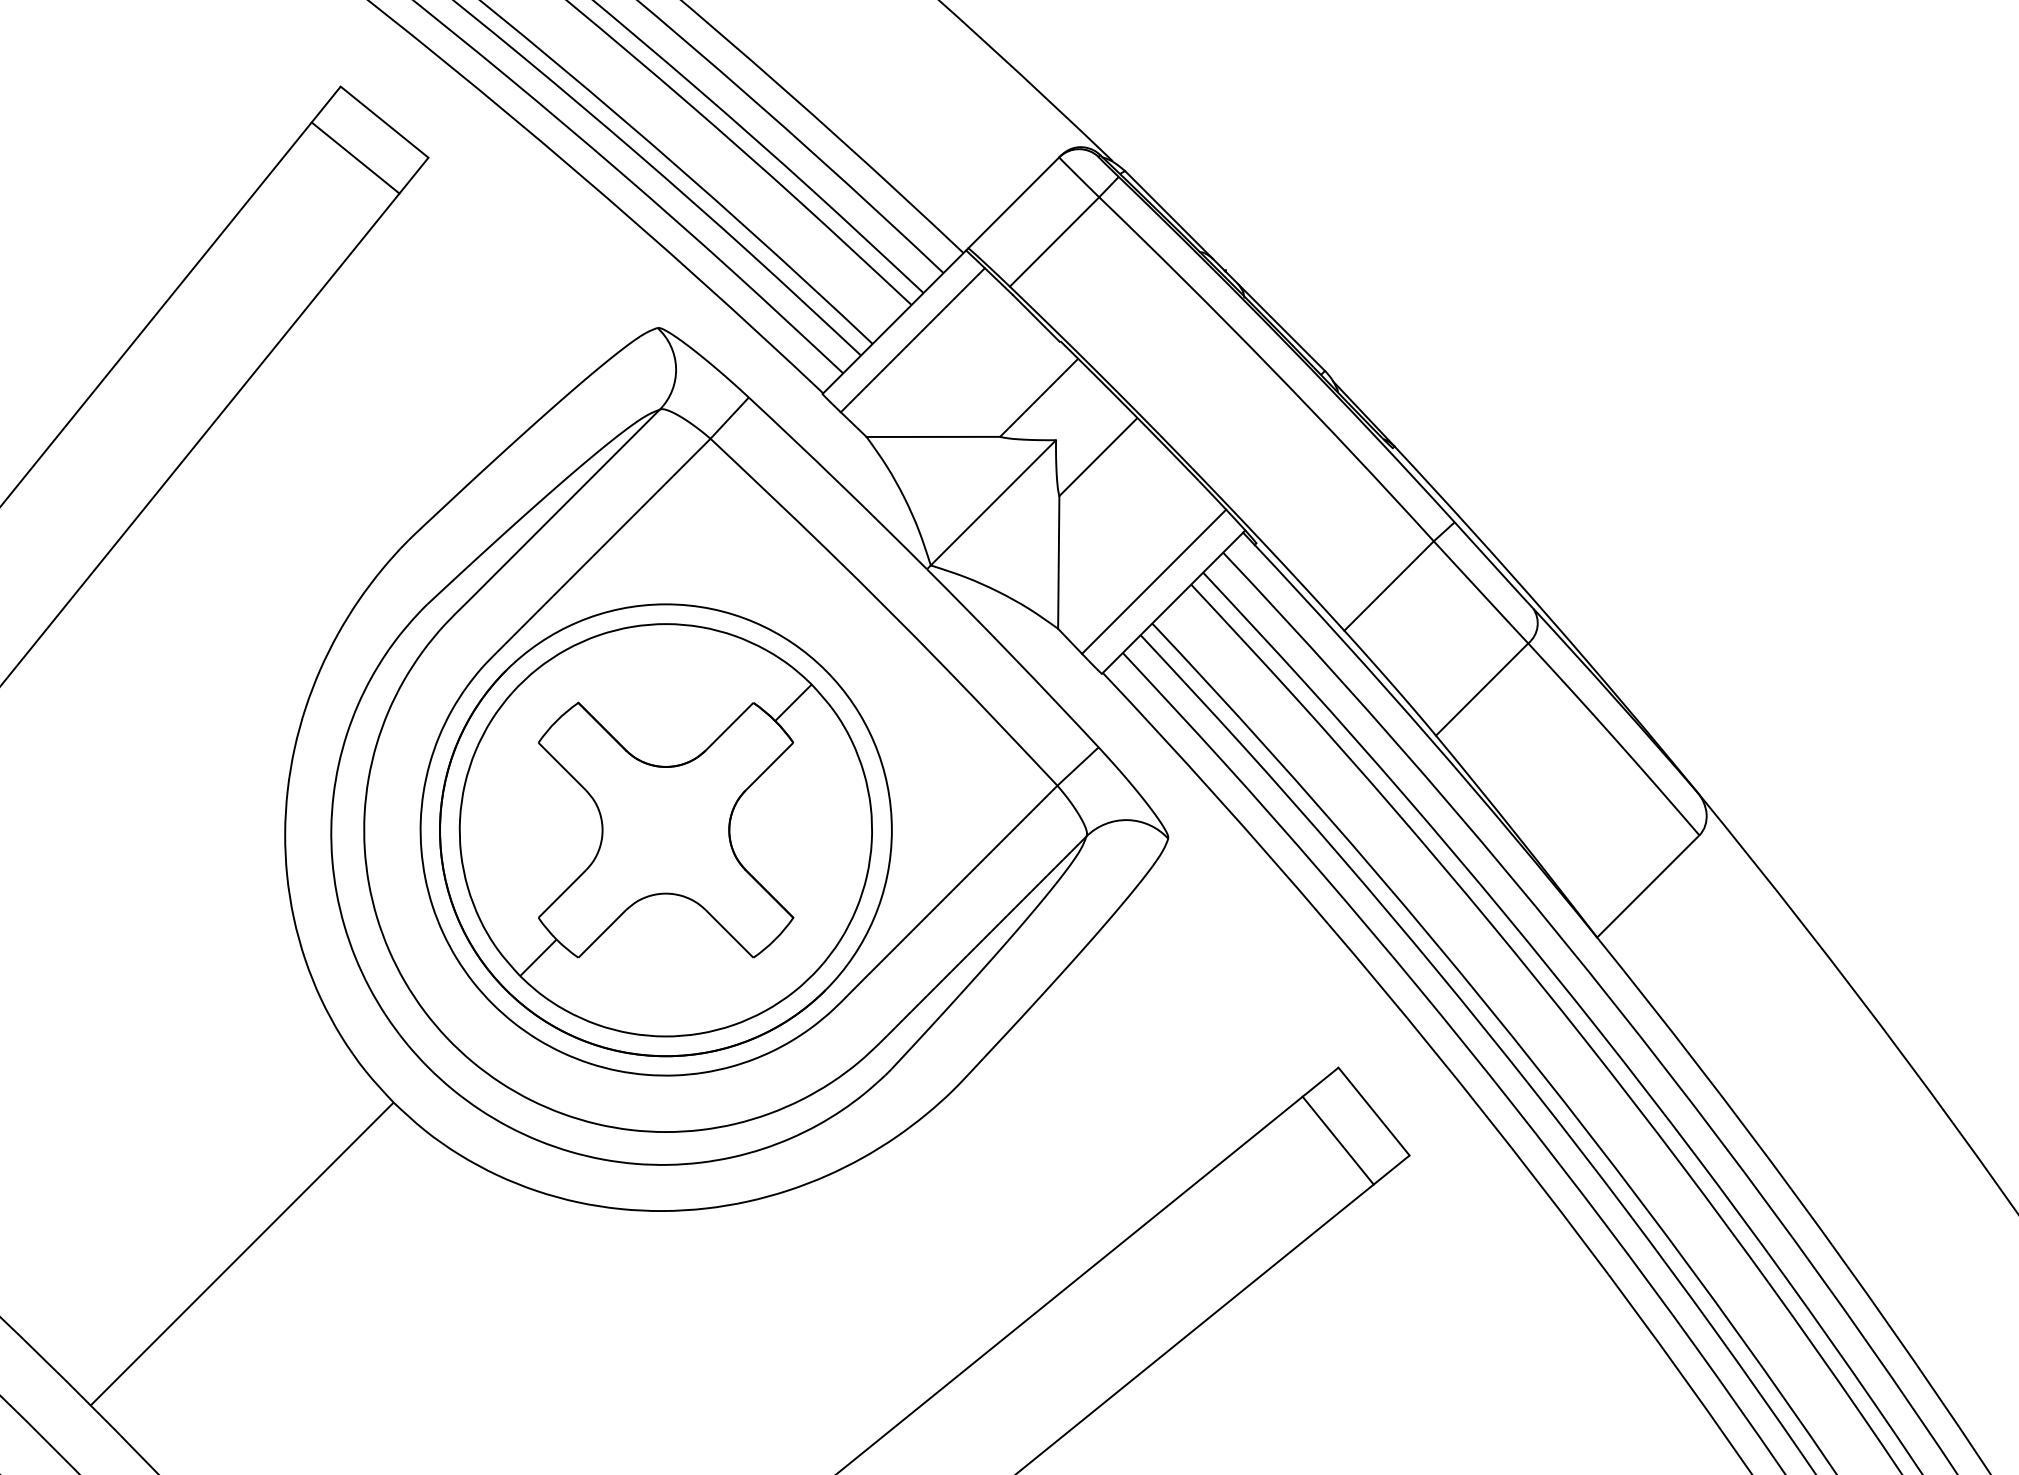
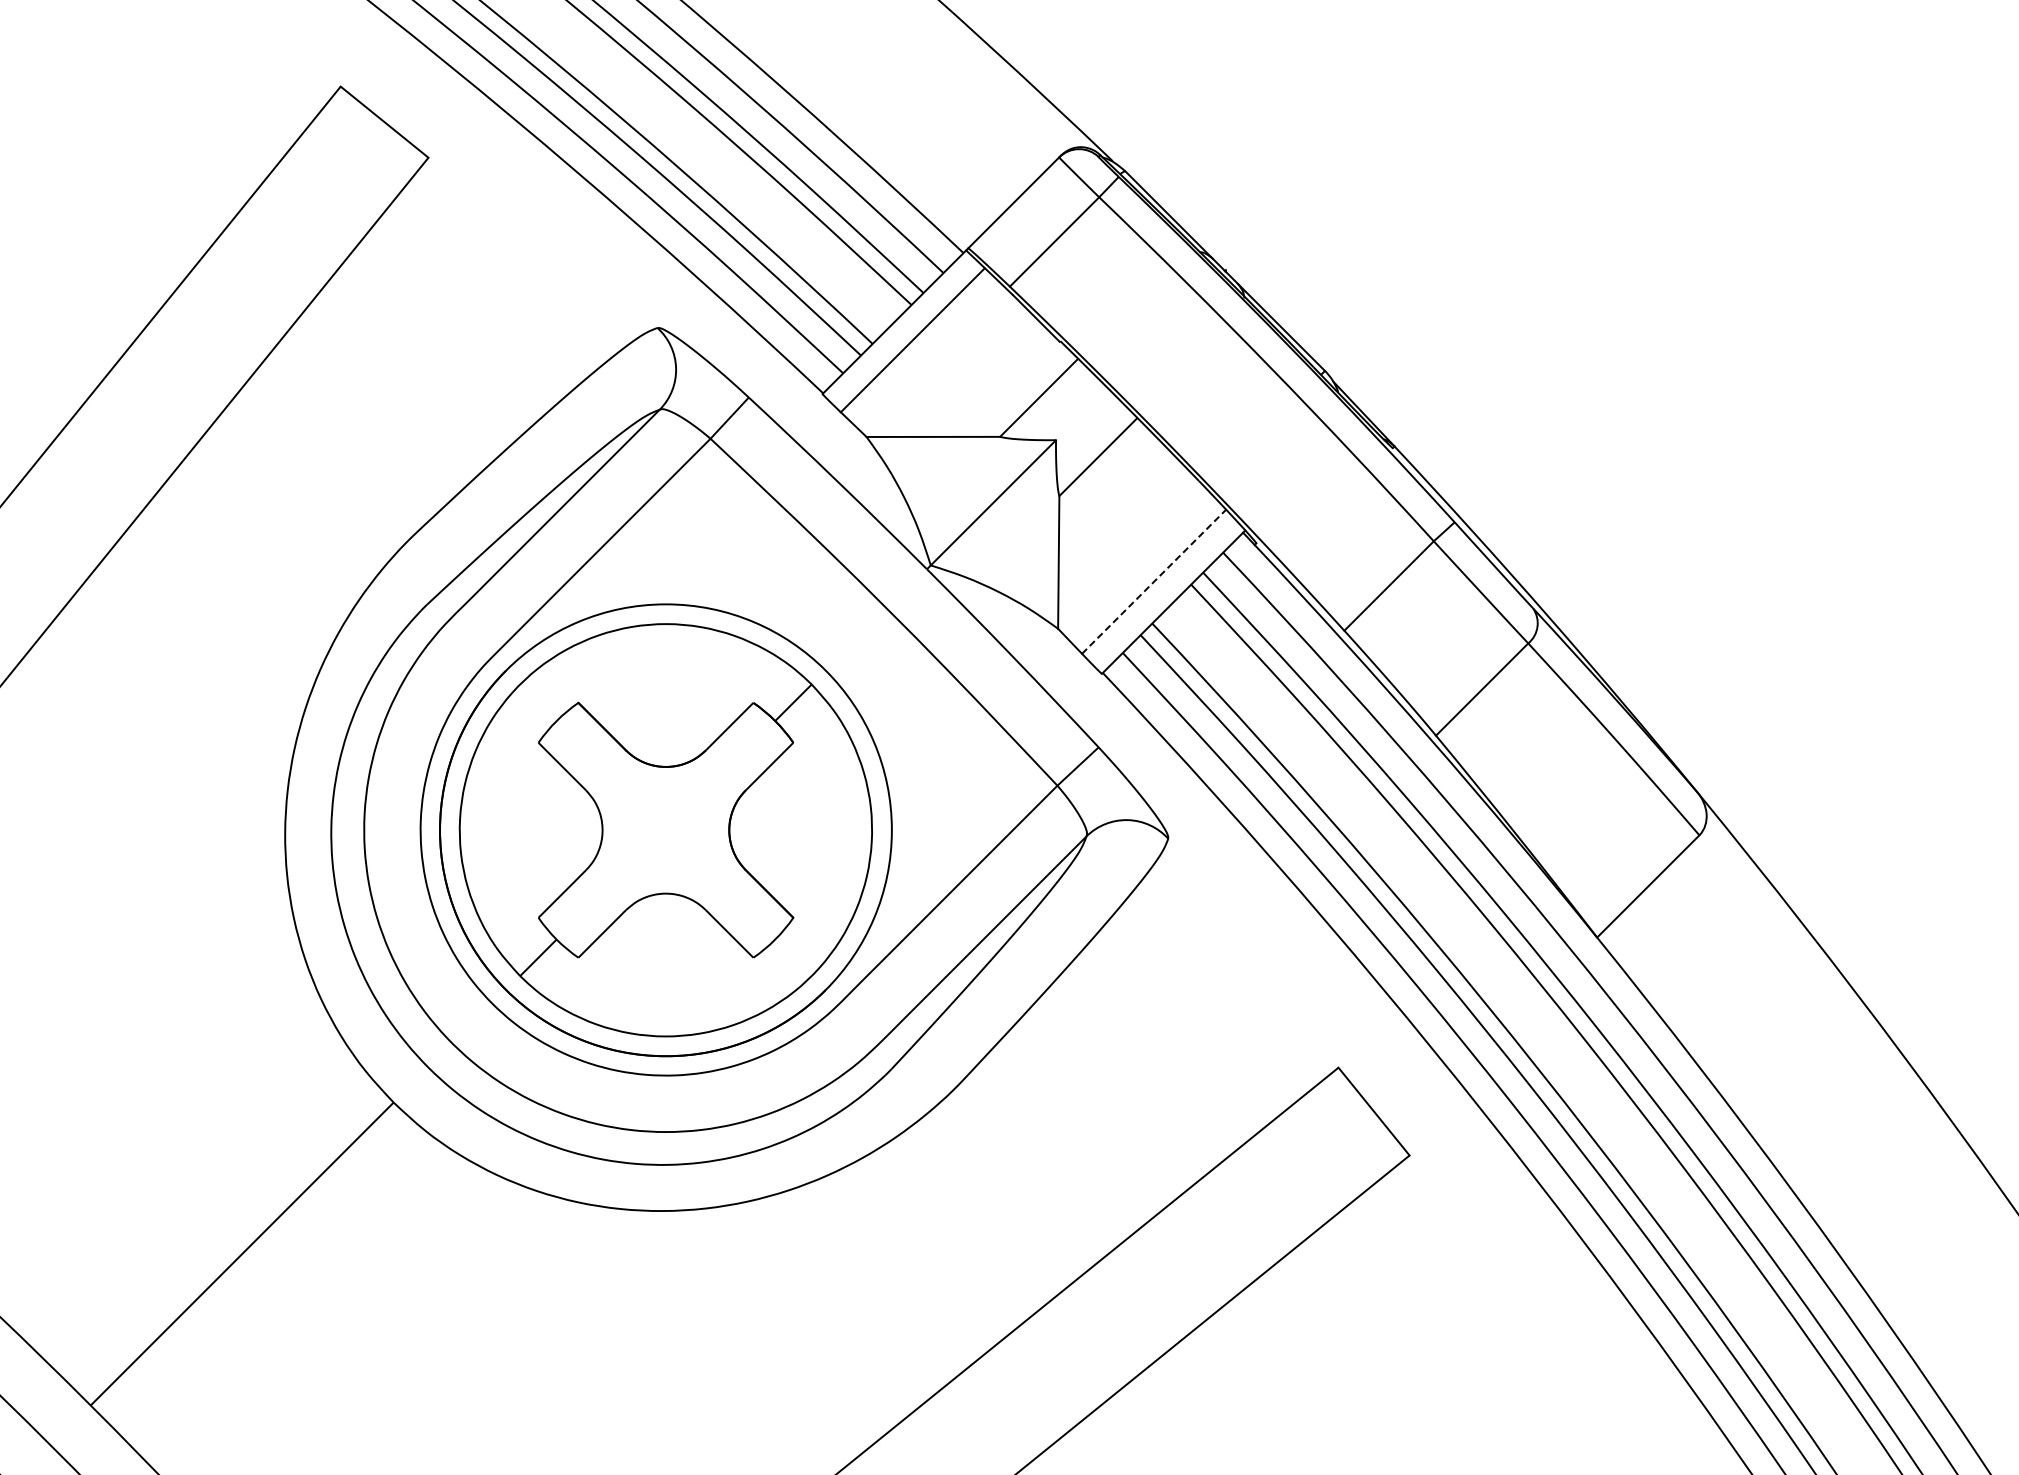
line at (355, 157): present -> none
line at (1154, 581): solid -> dashed
line at (1337, 1140): present -> none
